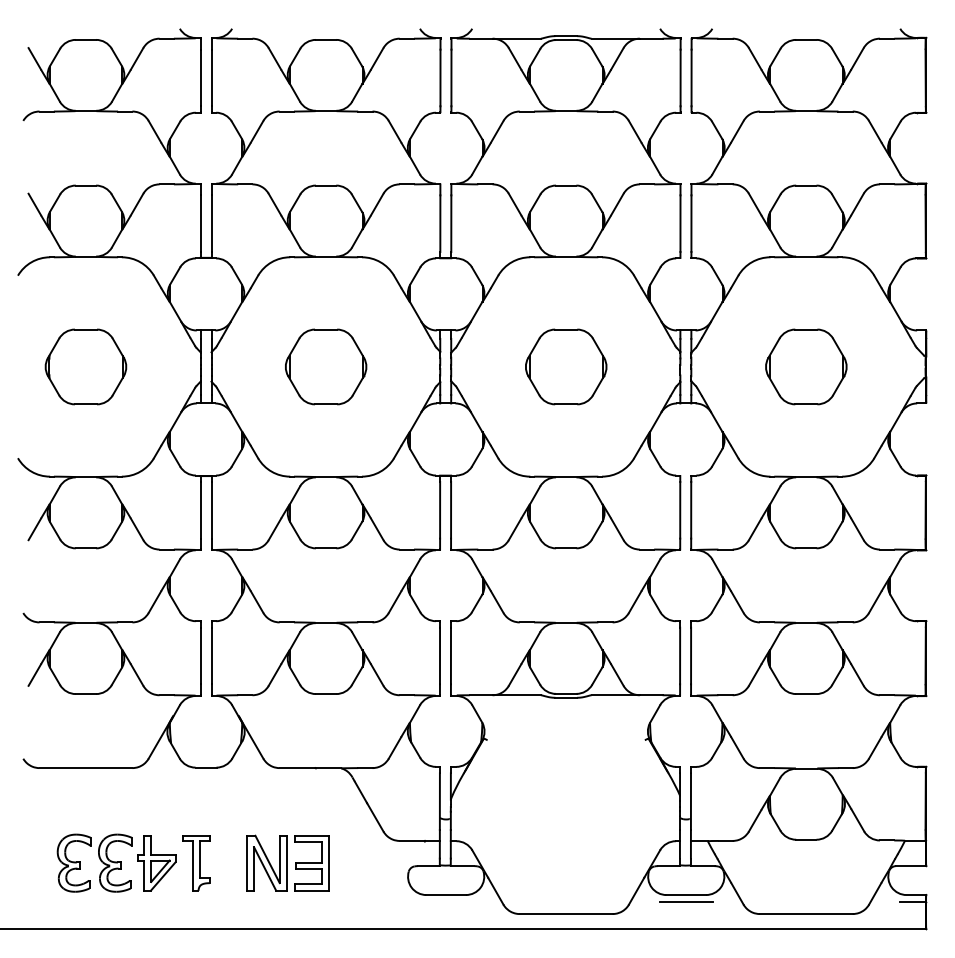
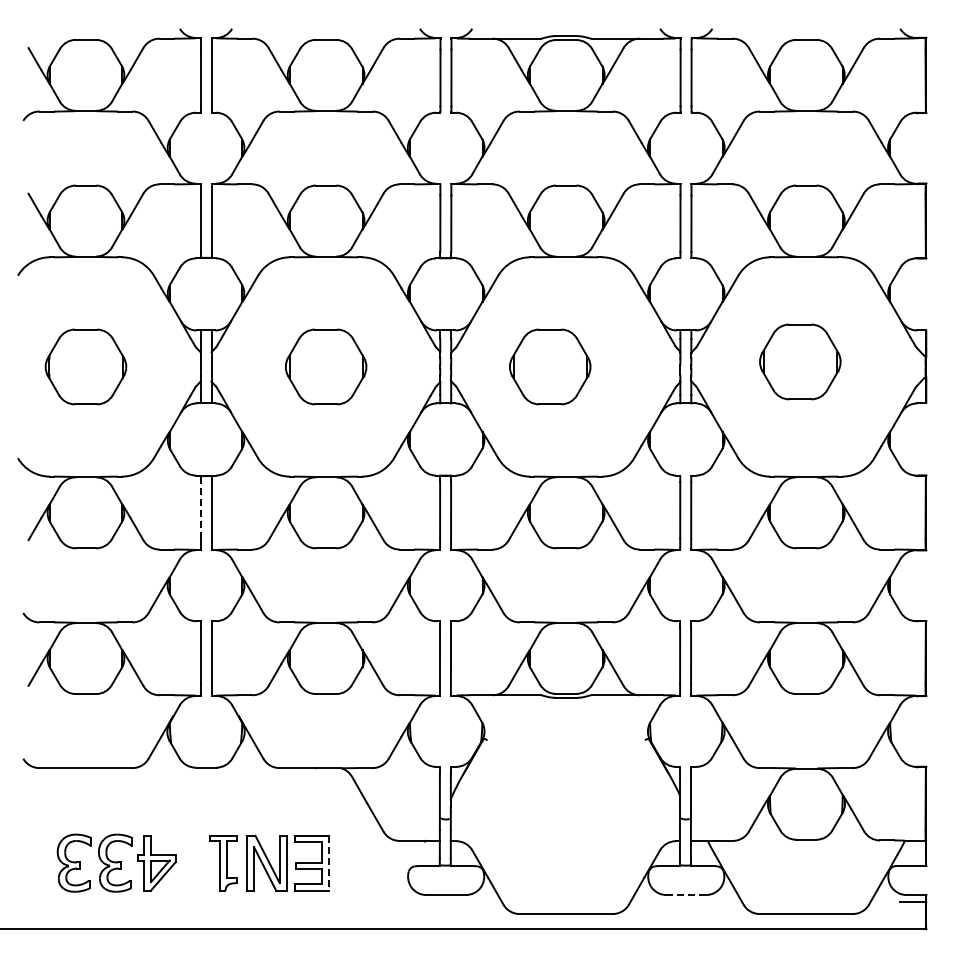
part at (566, 366) position: (566, 366) -> (550, 366)
part at (806, 366) position: (806, 366) -> (800, 361)
line at (200, 509): solid -> dashed
part at (196, 863) position: (196, 863) -> (223, 863)
line at (328, 863): solid -> dashed
line at (686, 895): solid -> dashed
line at (685, 901): present -> none
